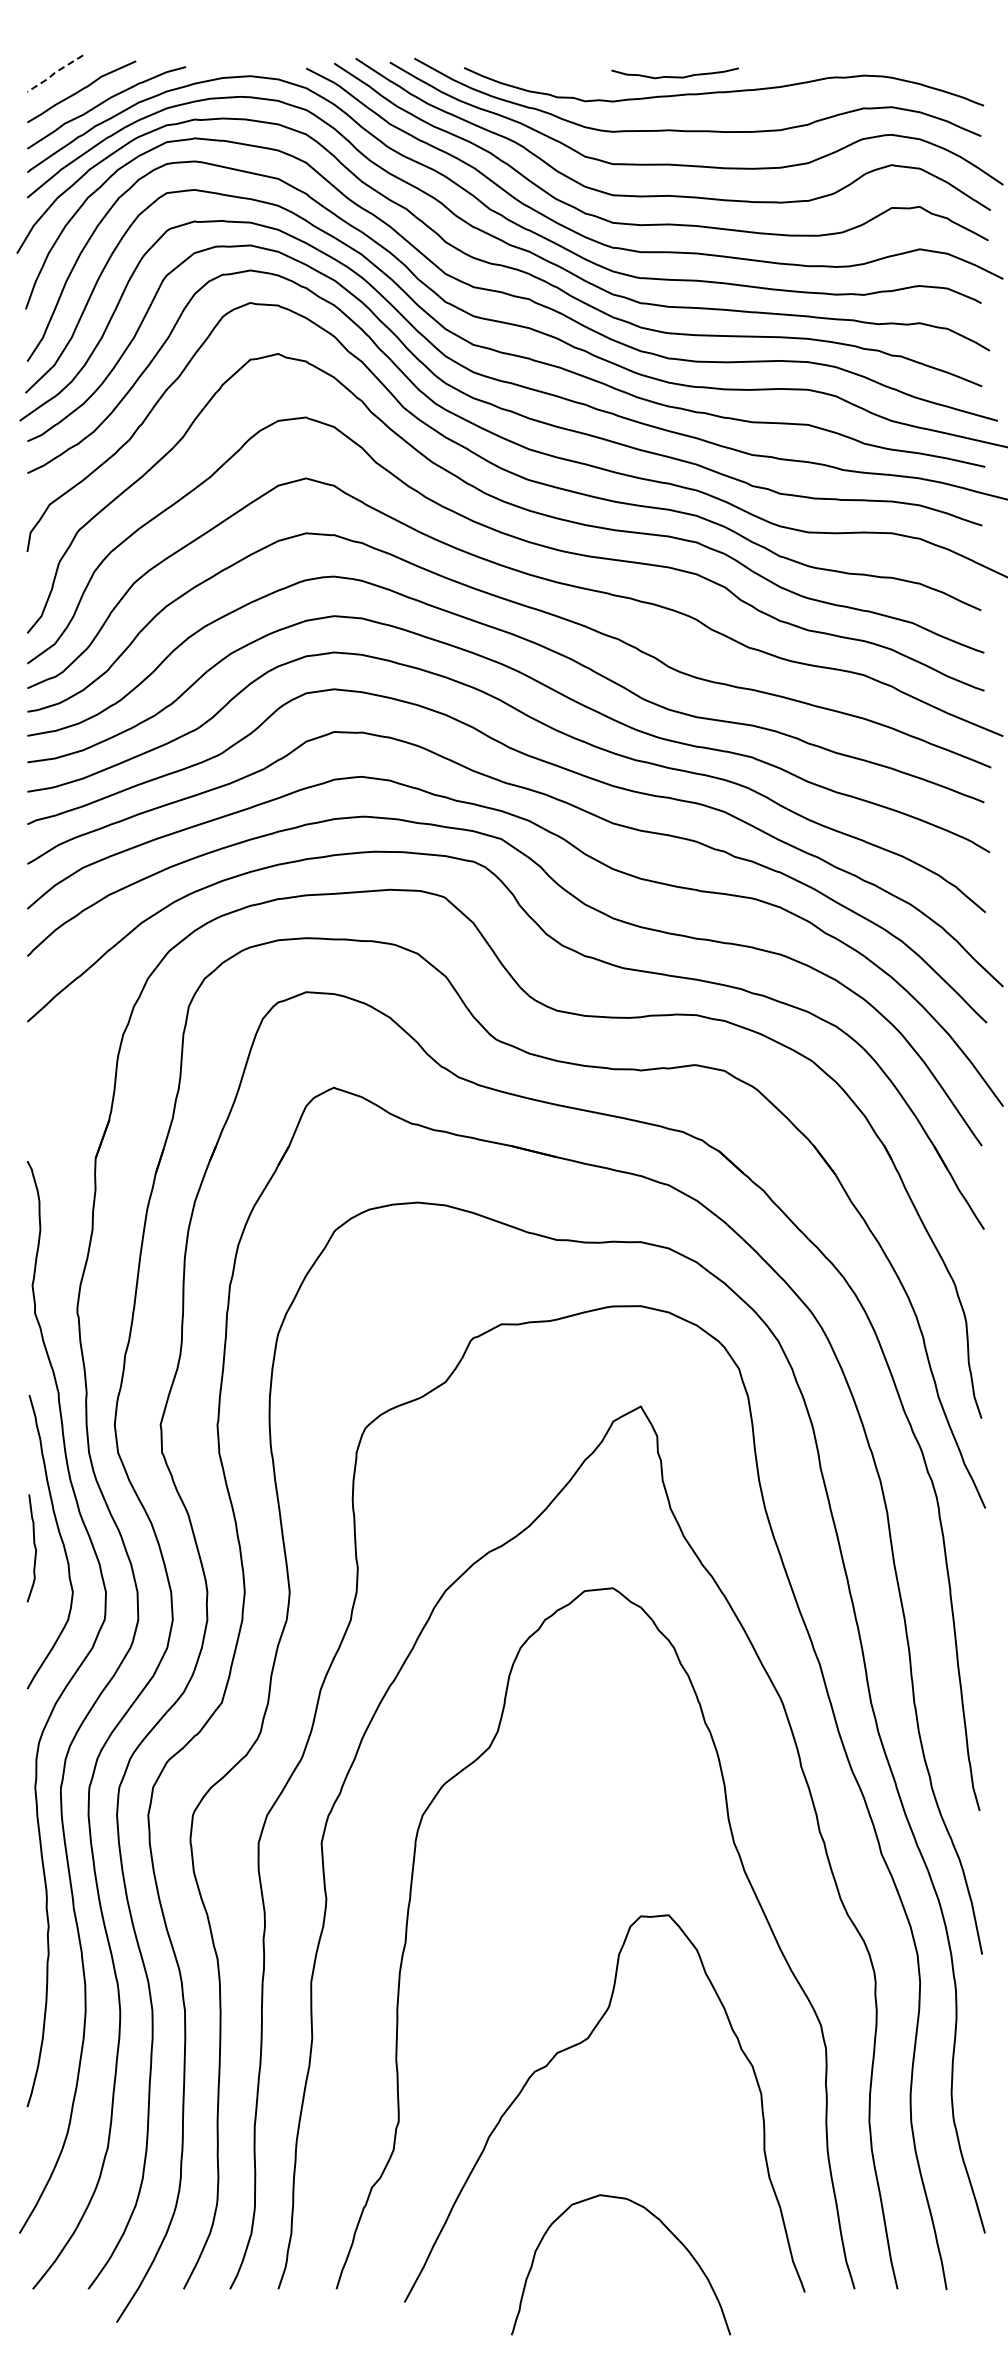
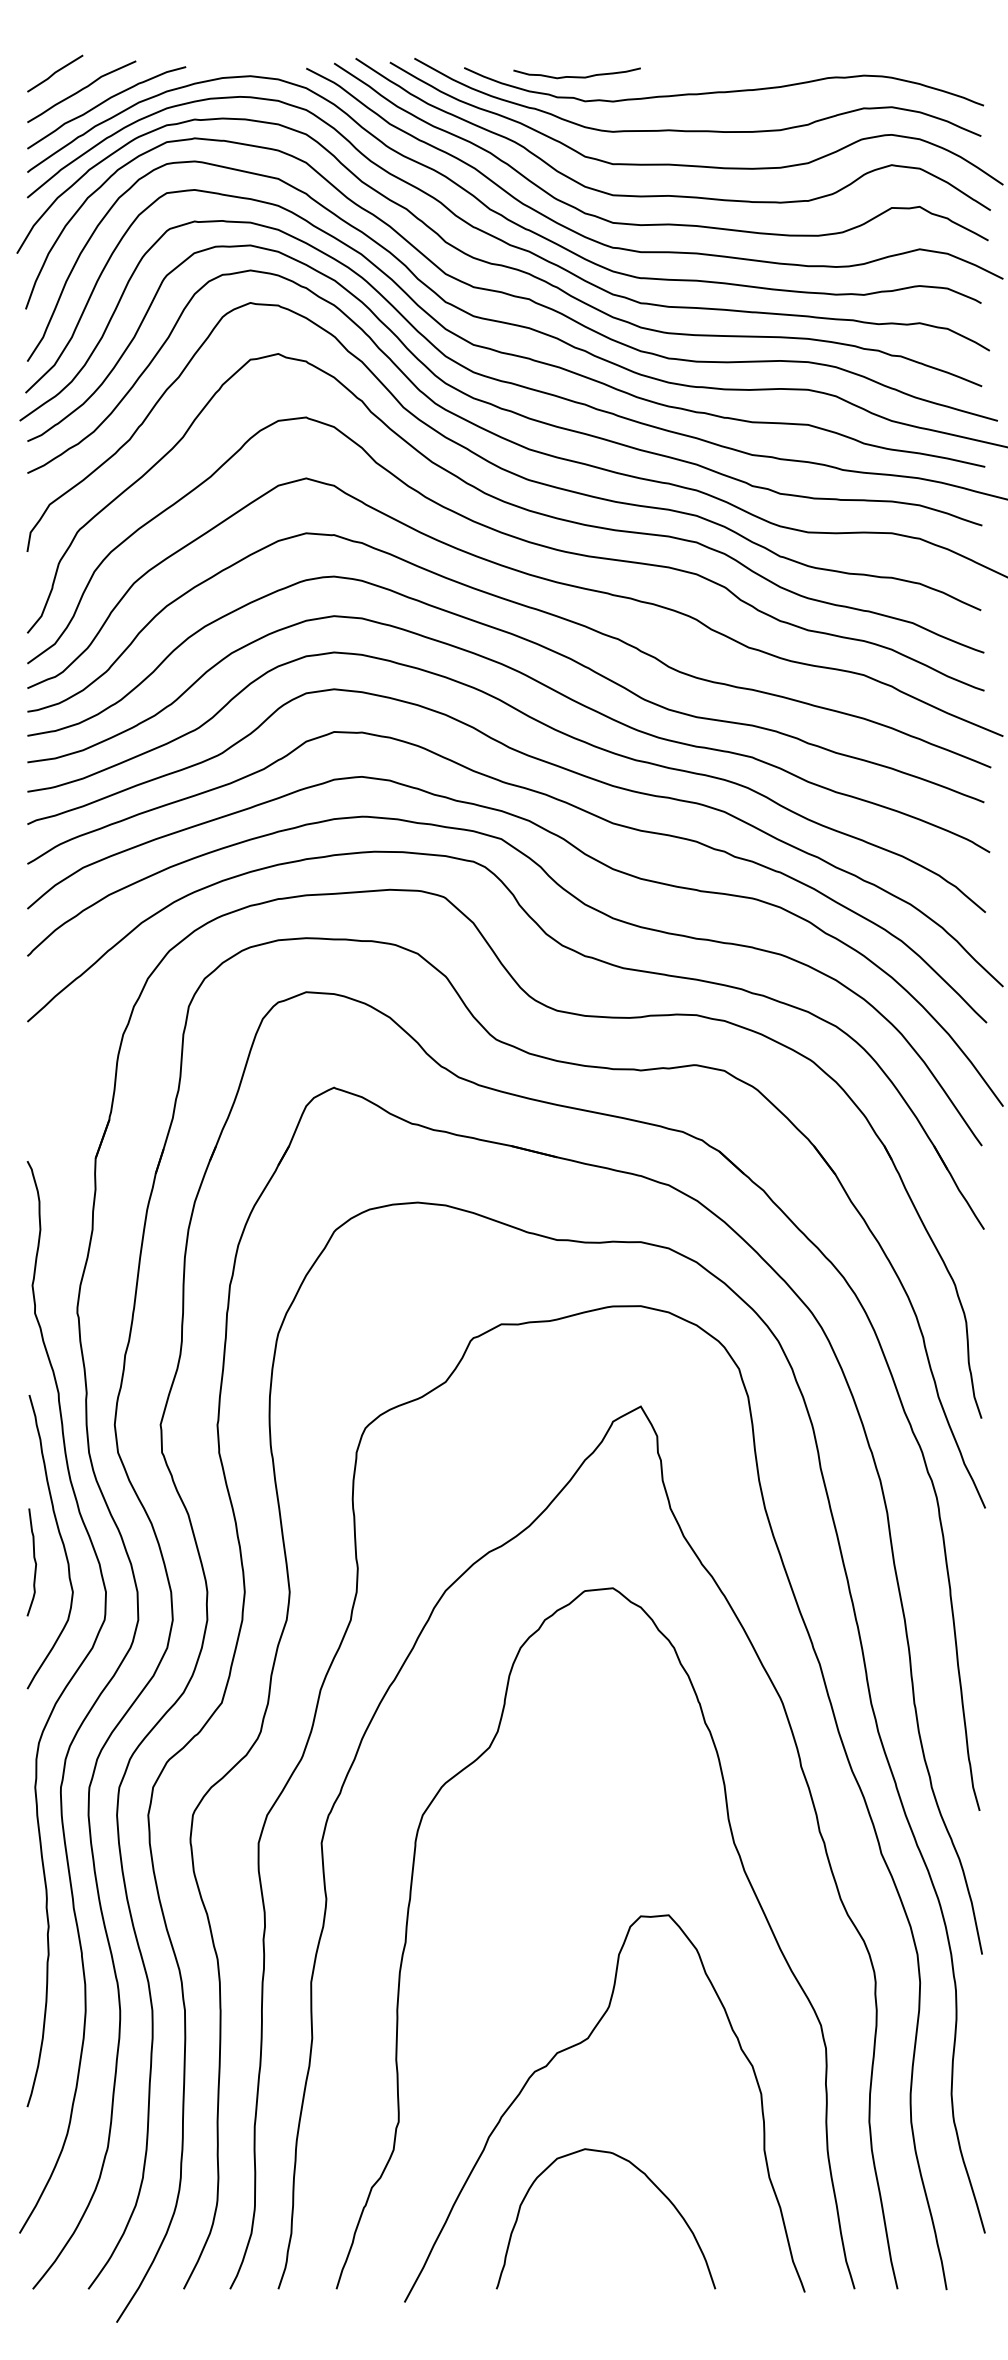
line at (54, 73): dashed -> solid
curve at (674, 76) position: (674, 76) -> (576, 76)
curve at (34, 1548) position: (34, 1548) -> (34, 1562)
curve at (661, 2223) position: (661, 2223) -> (646, 2177)
